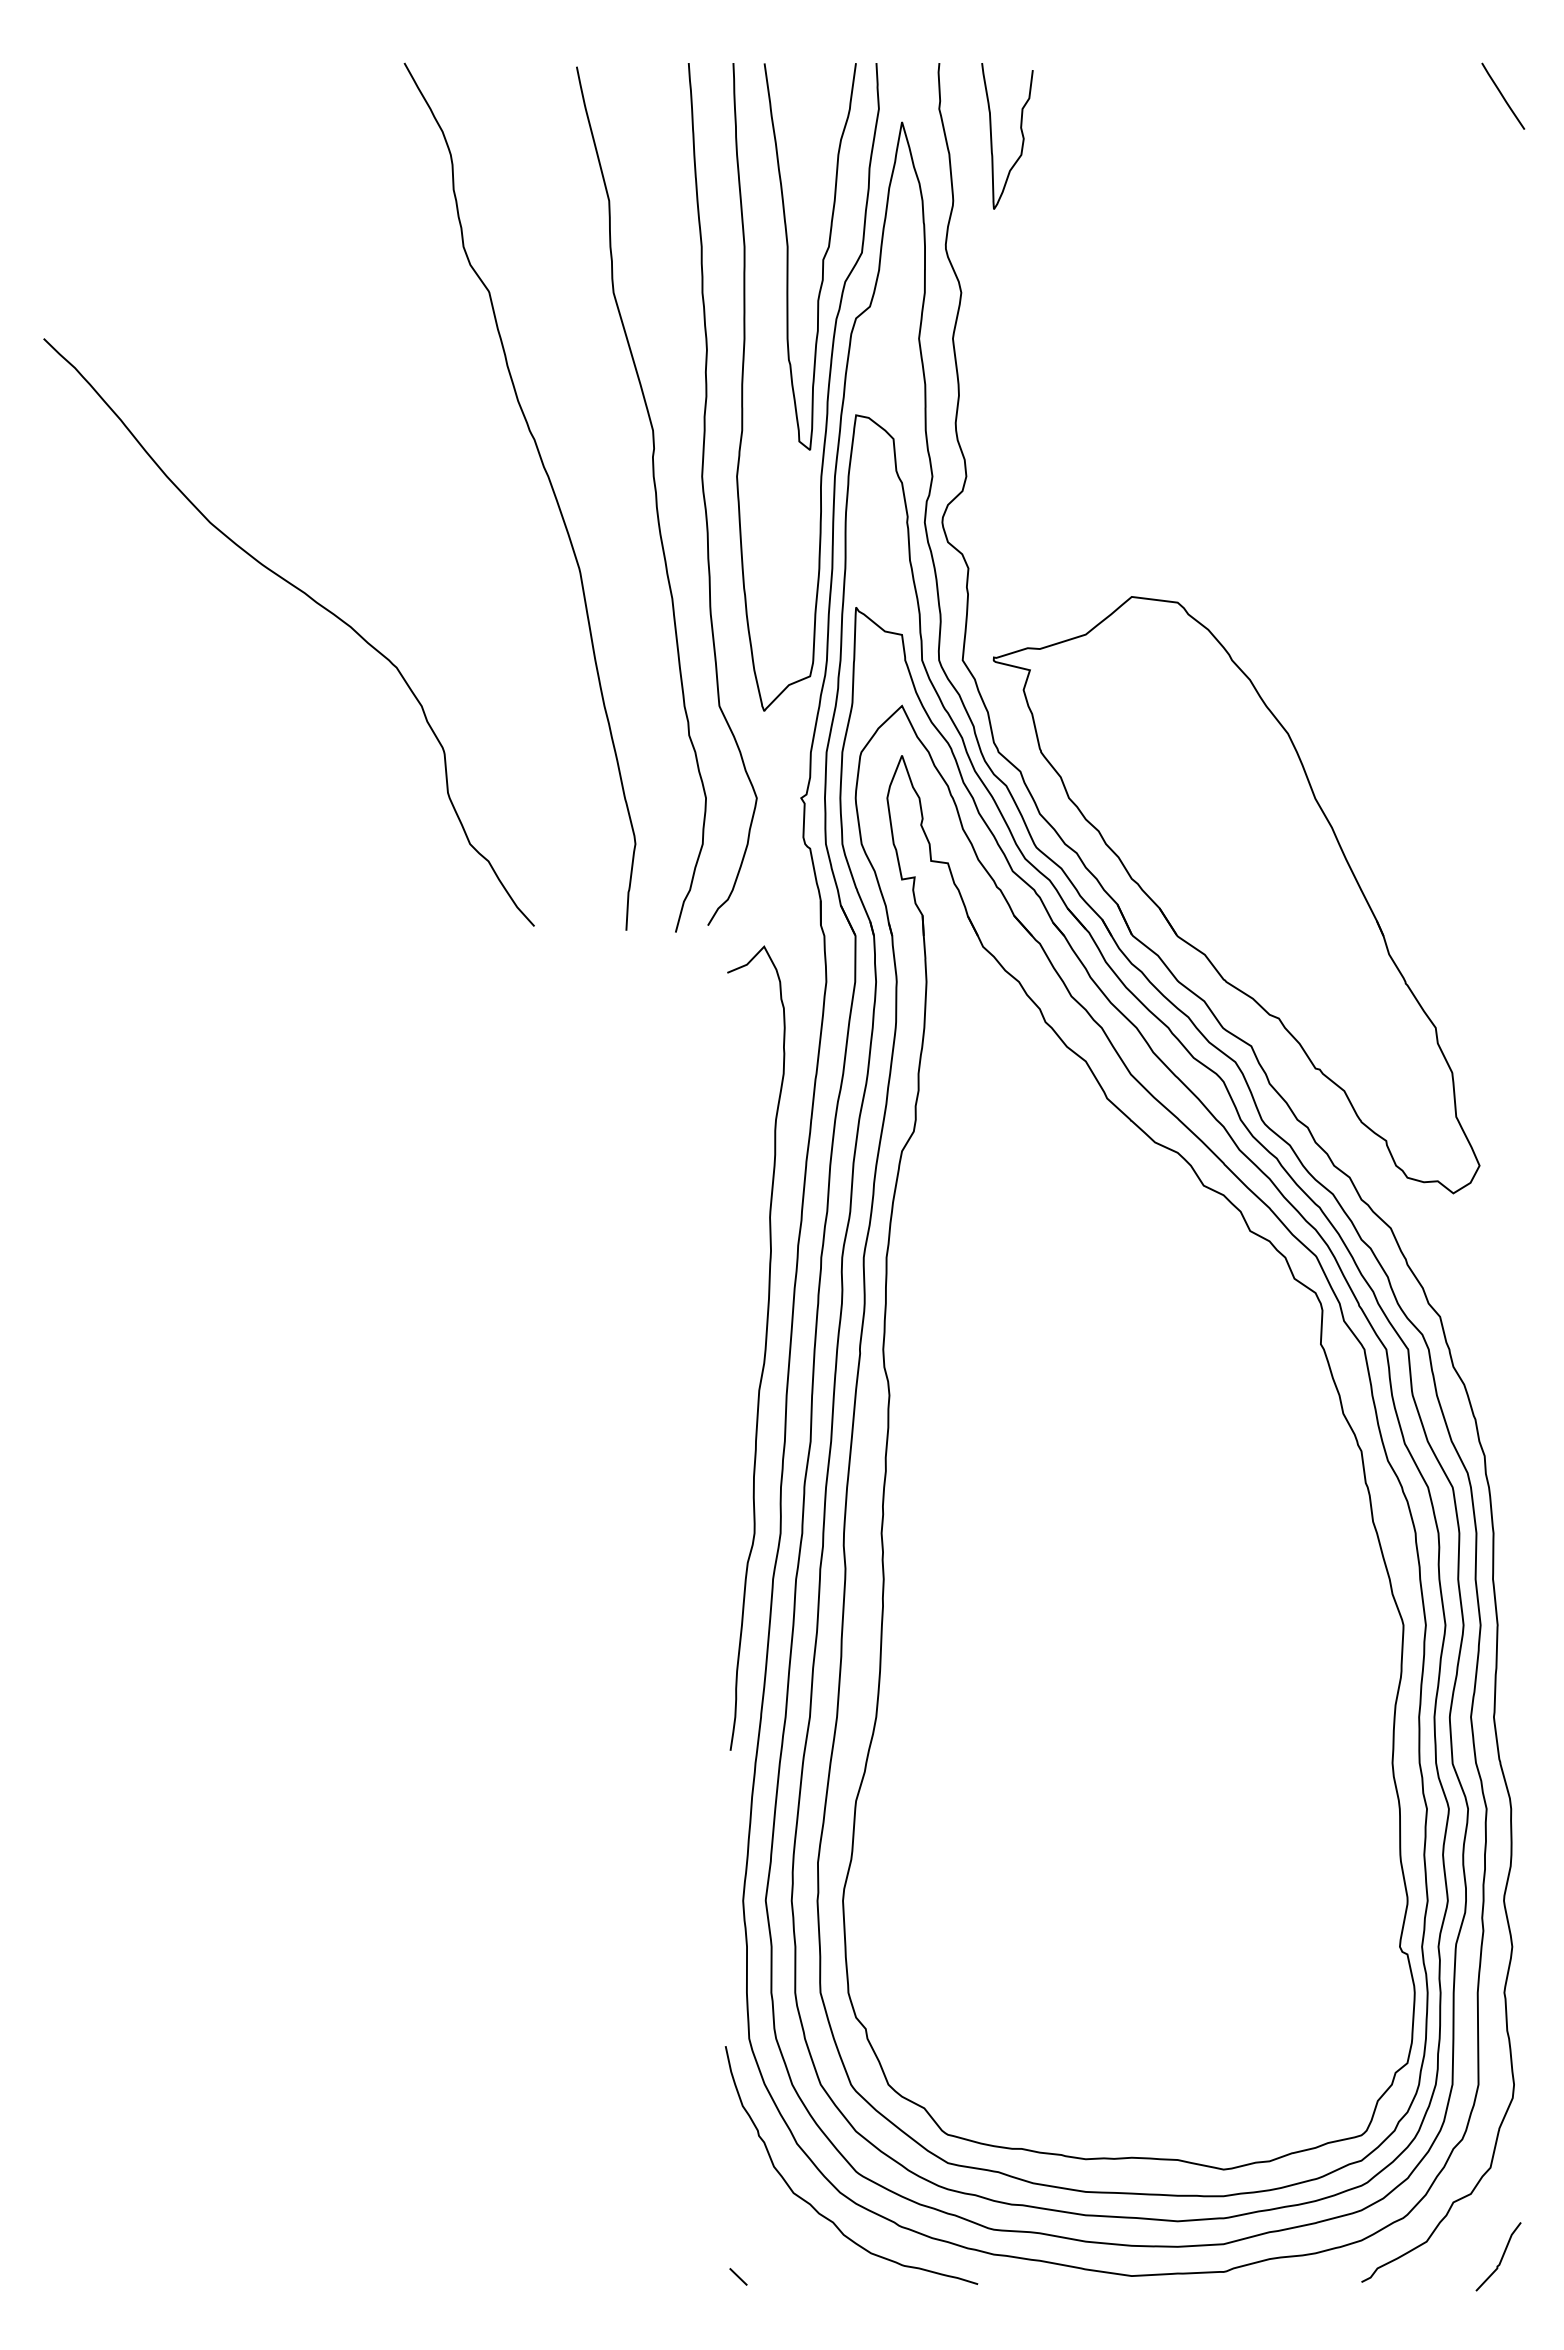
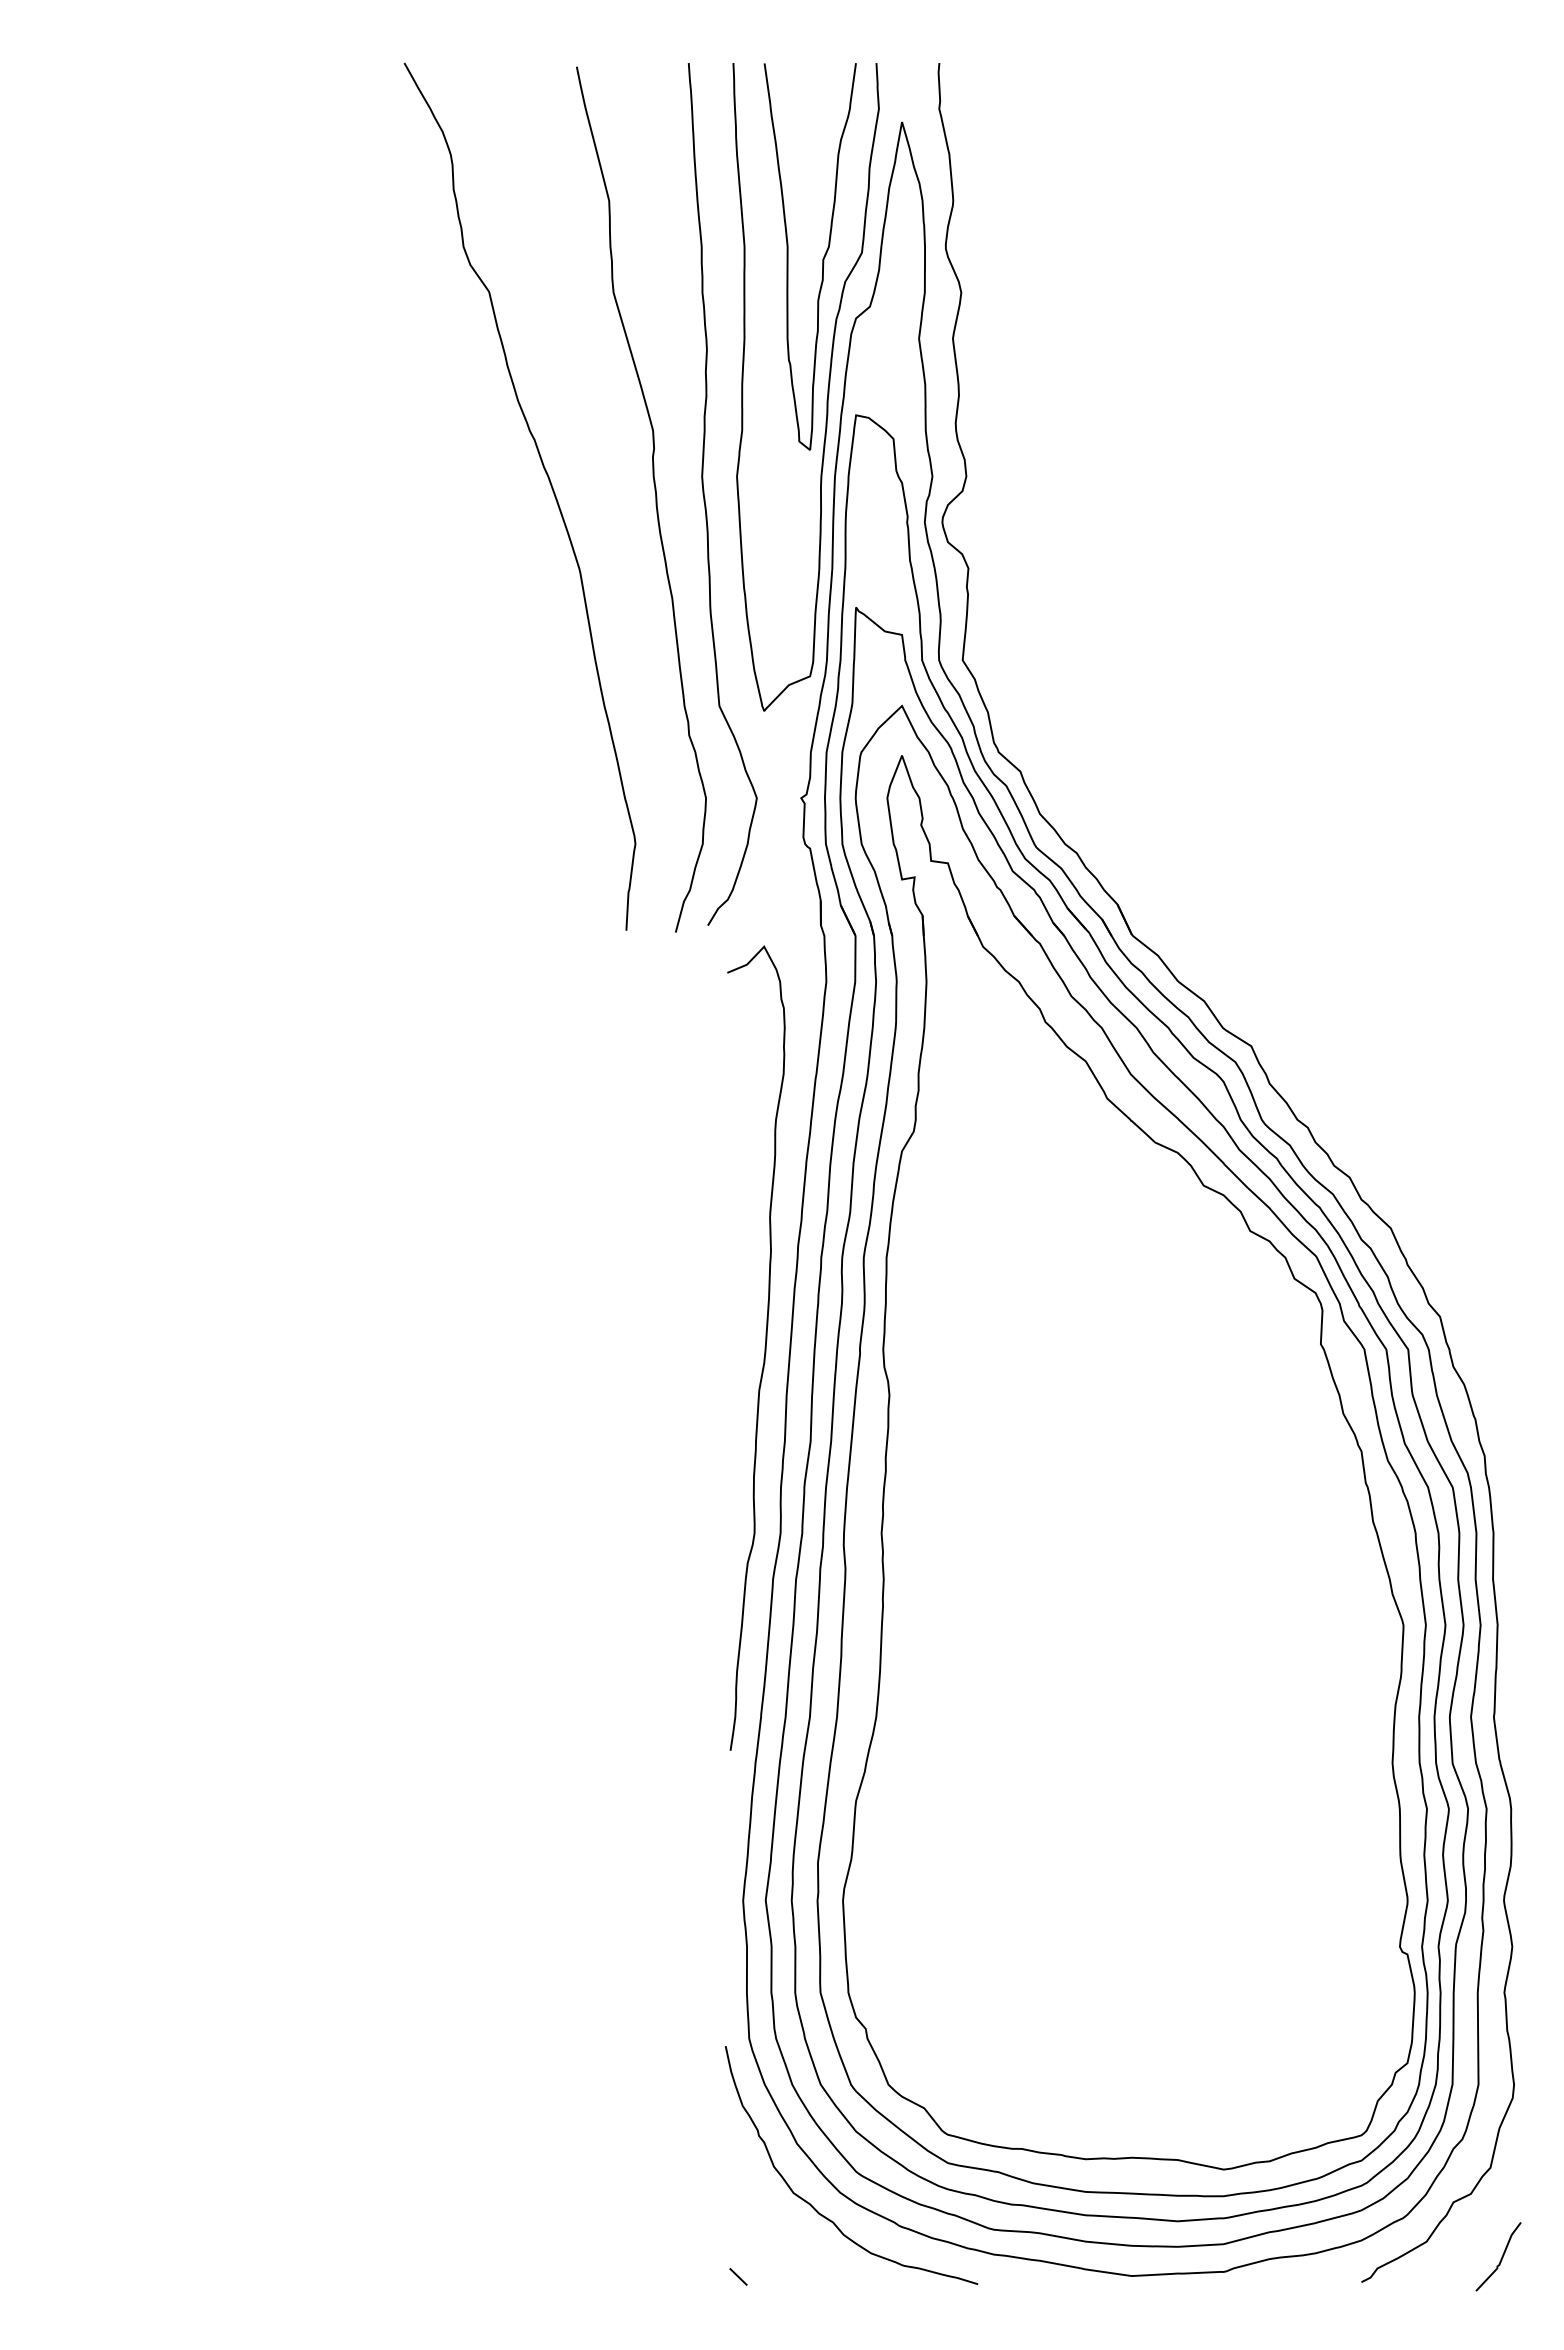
line at (1503, 95): present -> none
curve at (1021, 134): present -> none
curve at (314, 602): present -> none
part at (1236, 895): present -> none
